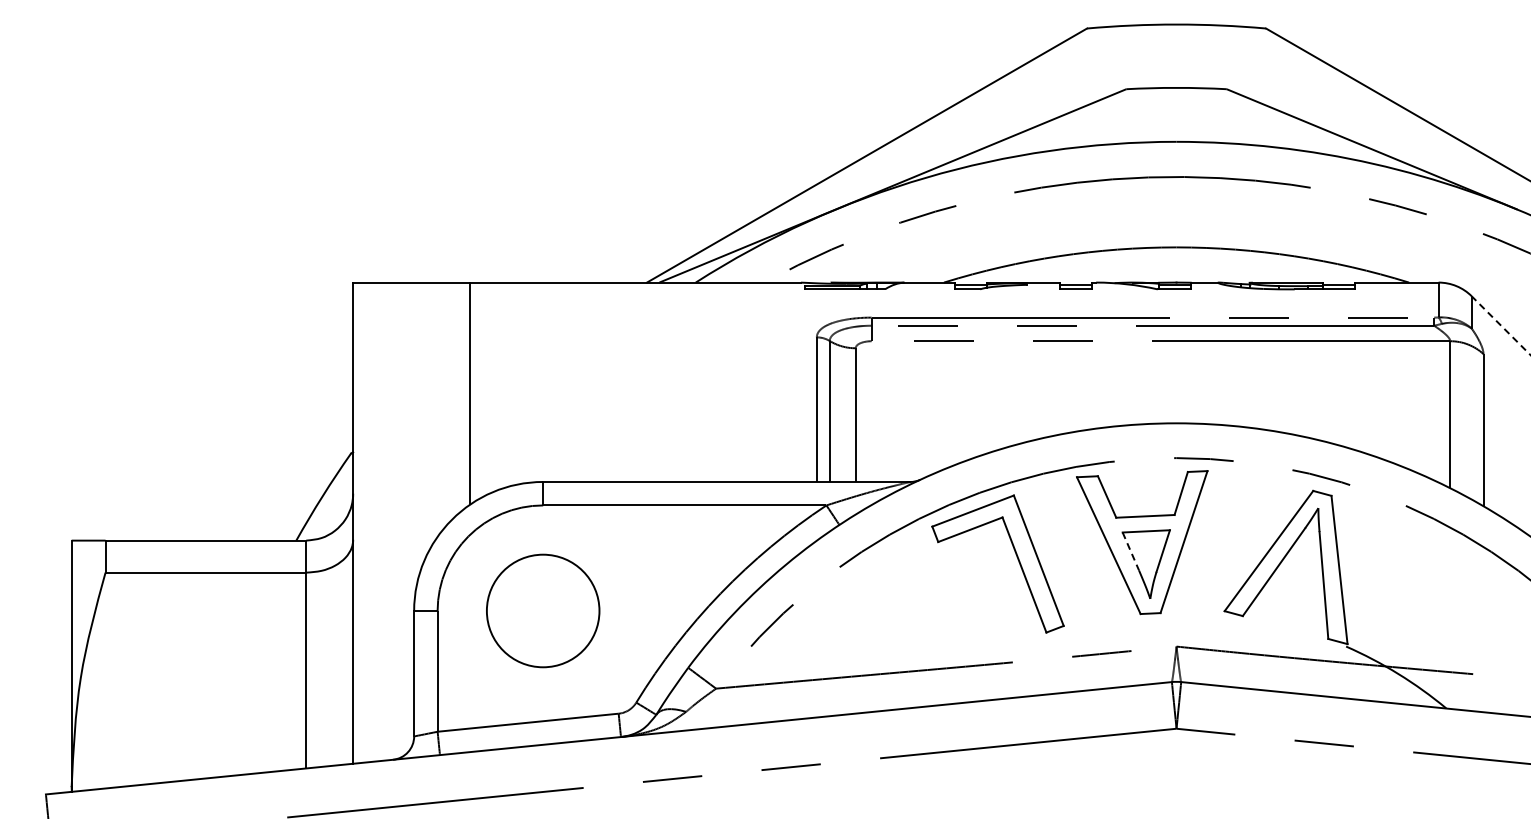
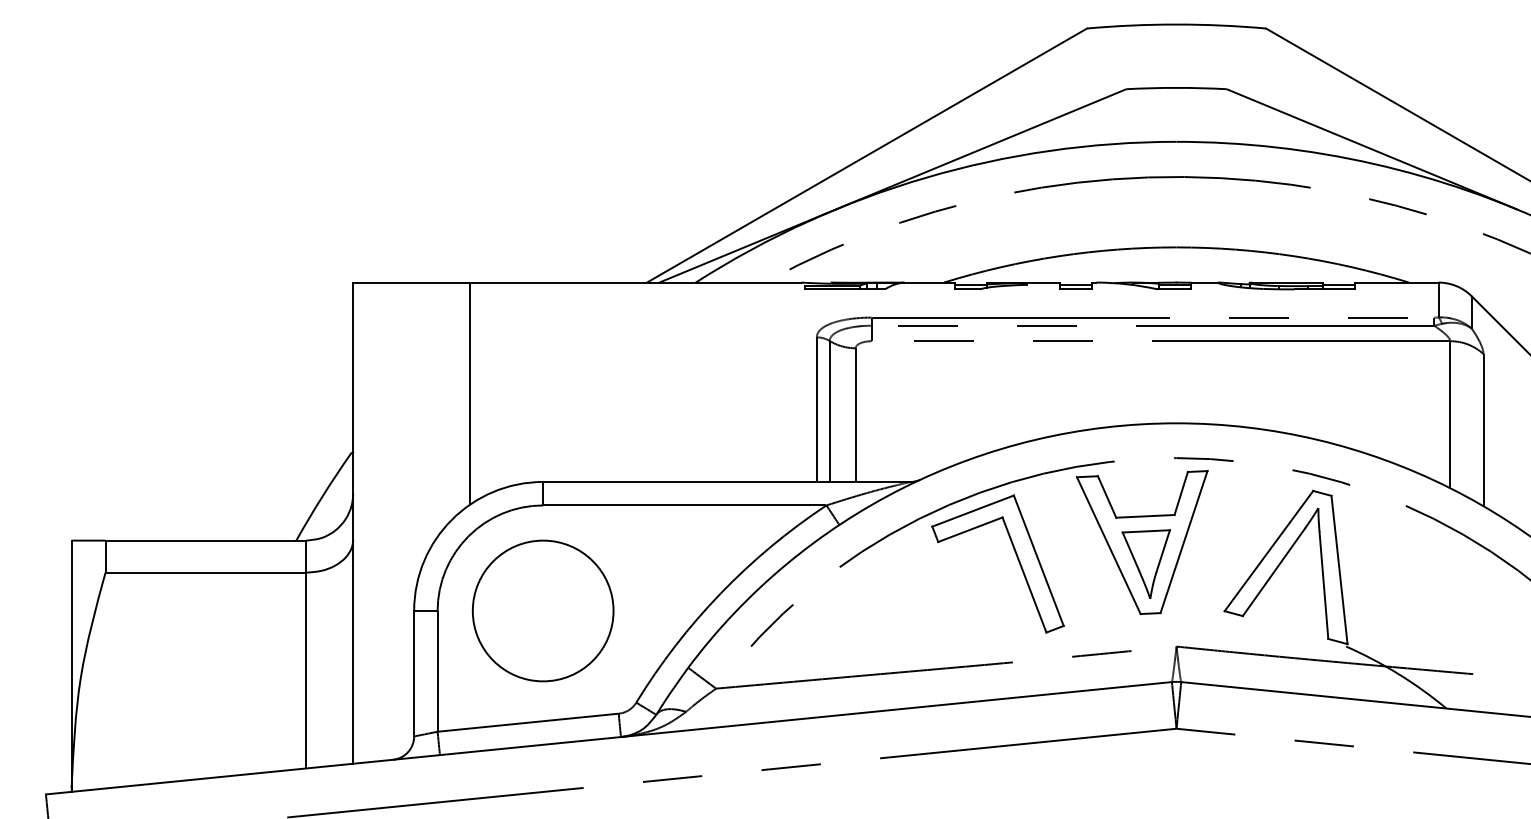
line at (1500, 325): dashed -> solid
line at (1130, 551): dashed -> solid
circle at (542, 610) diameter: 113 px -> 141 px
